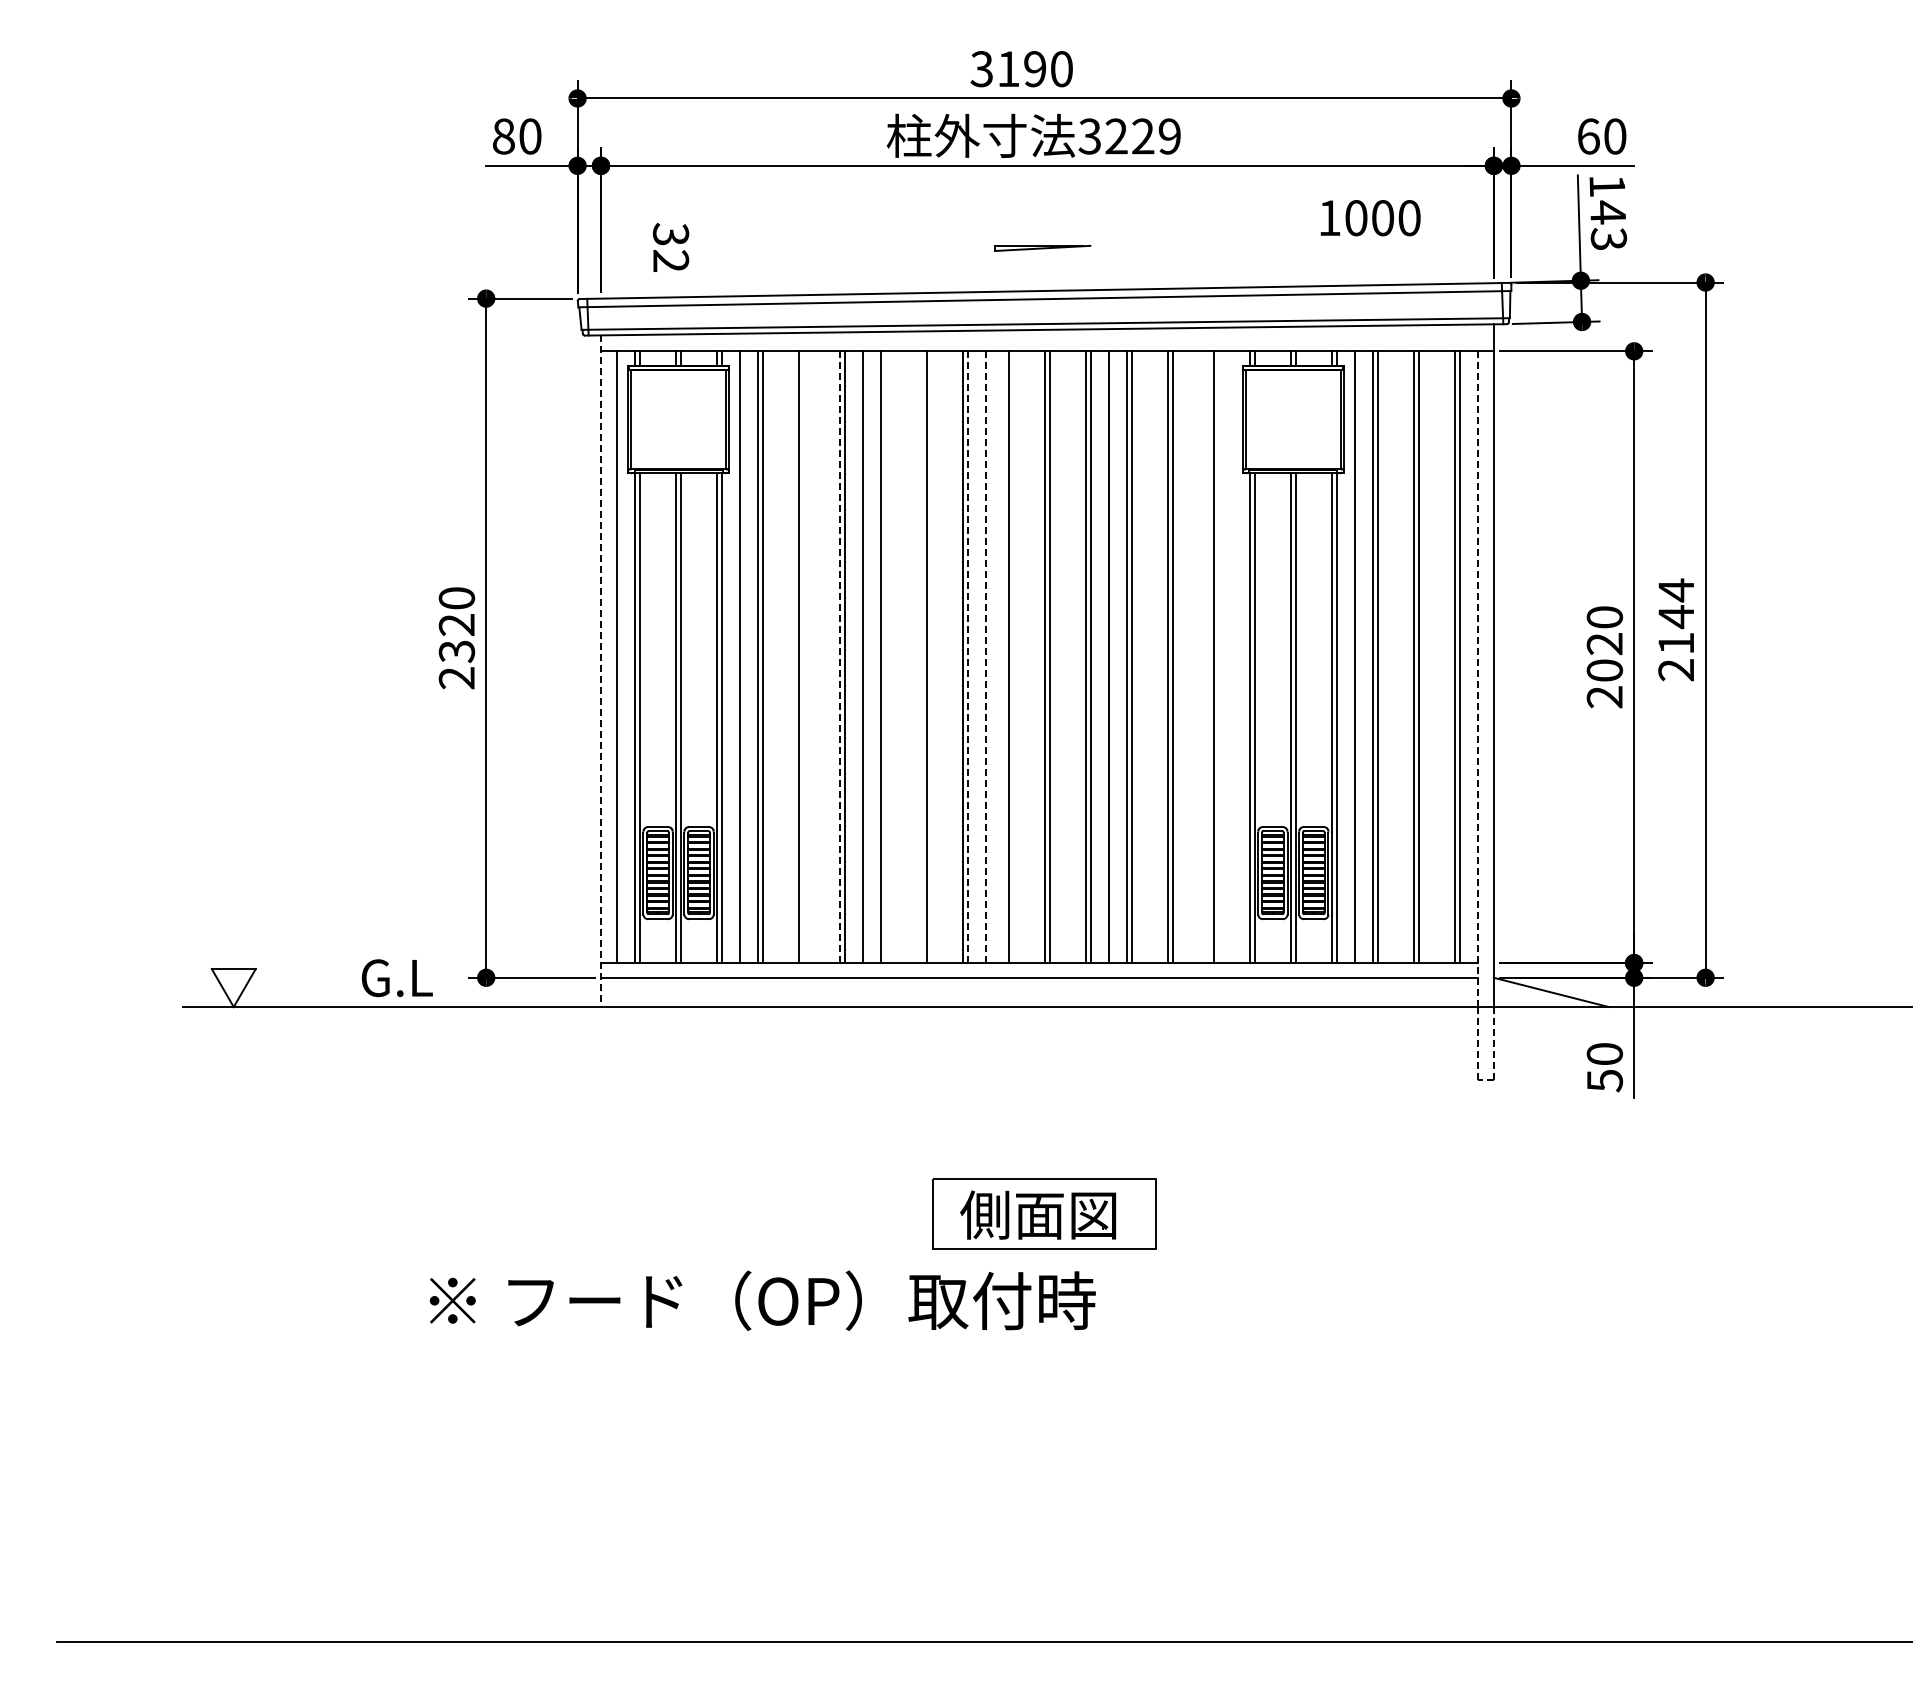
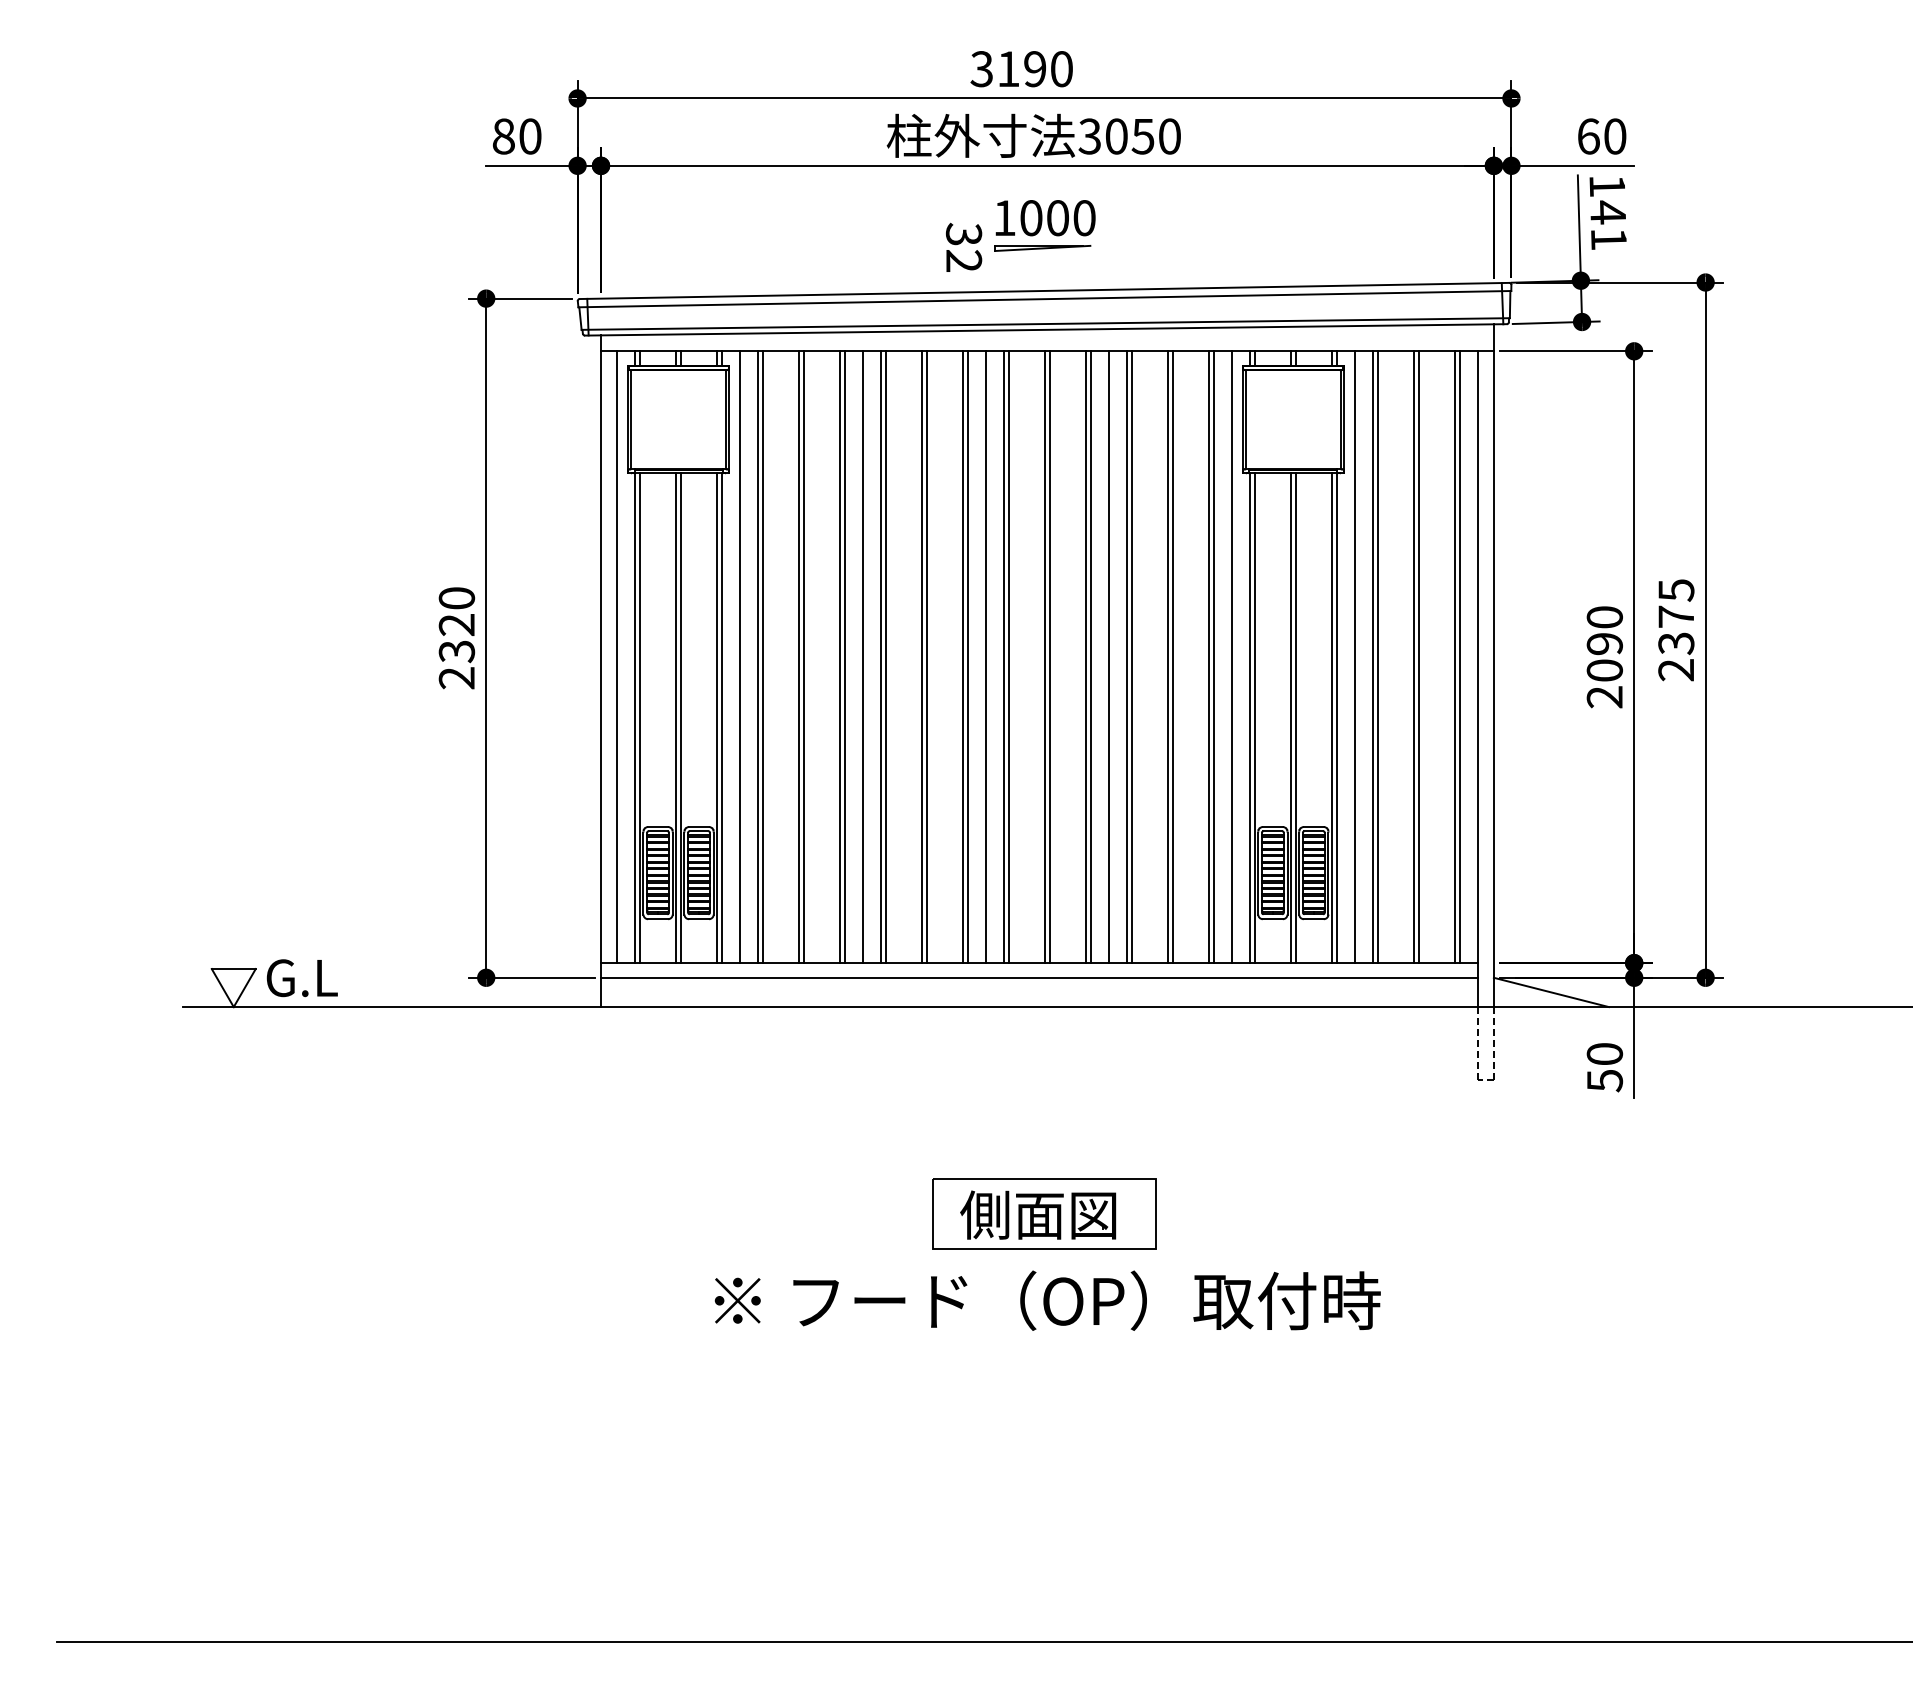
text at (1142, 136): 3229 -> 3050
text at (1370, 218) position: (1370, 218) -> (1045, 218)
text at (1608, 238): 143 -> 141
text at (671, 246) position: (671, 246) -> (964, 246)
text at (1676, 616): 2144 -> 2375
text at (1604, 644): 2020 -> 2090
line at (803, 657): none -> present
line at (840, 657): dashed -> solid
line at (885, 657): none -> present
line at (922, 657): none -> present
line at (967, 657): dashed -> solid
line at (985, 657): dashed -> solid
line at (1004, 657): none -> present
line at (1209, 657): none -> present
line at (1231, 657): none -> present
line at (601, 671): dashed -> solid
line at (1477, 679): dashed -> solid
text at (396, 978) position: (396, 978) -> (301, 978)
text at (762, 1300) position: (762, 1300) -> (1047, 1300)
